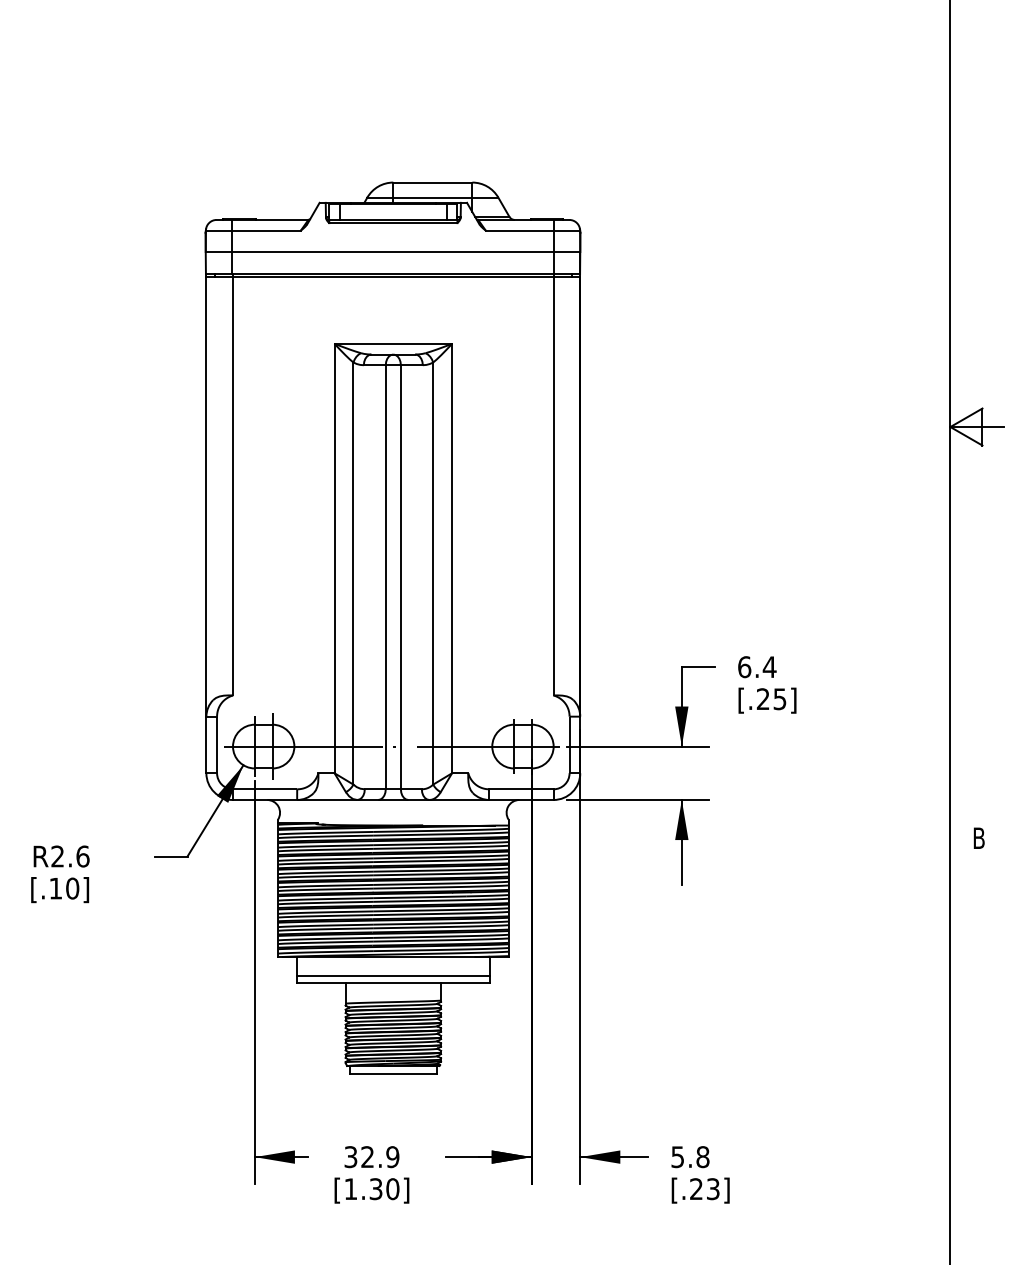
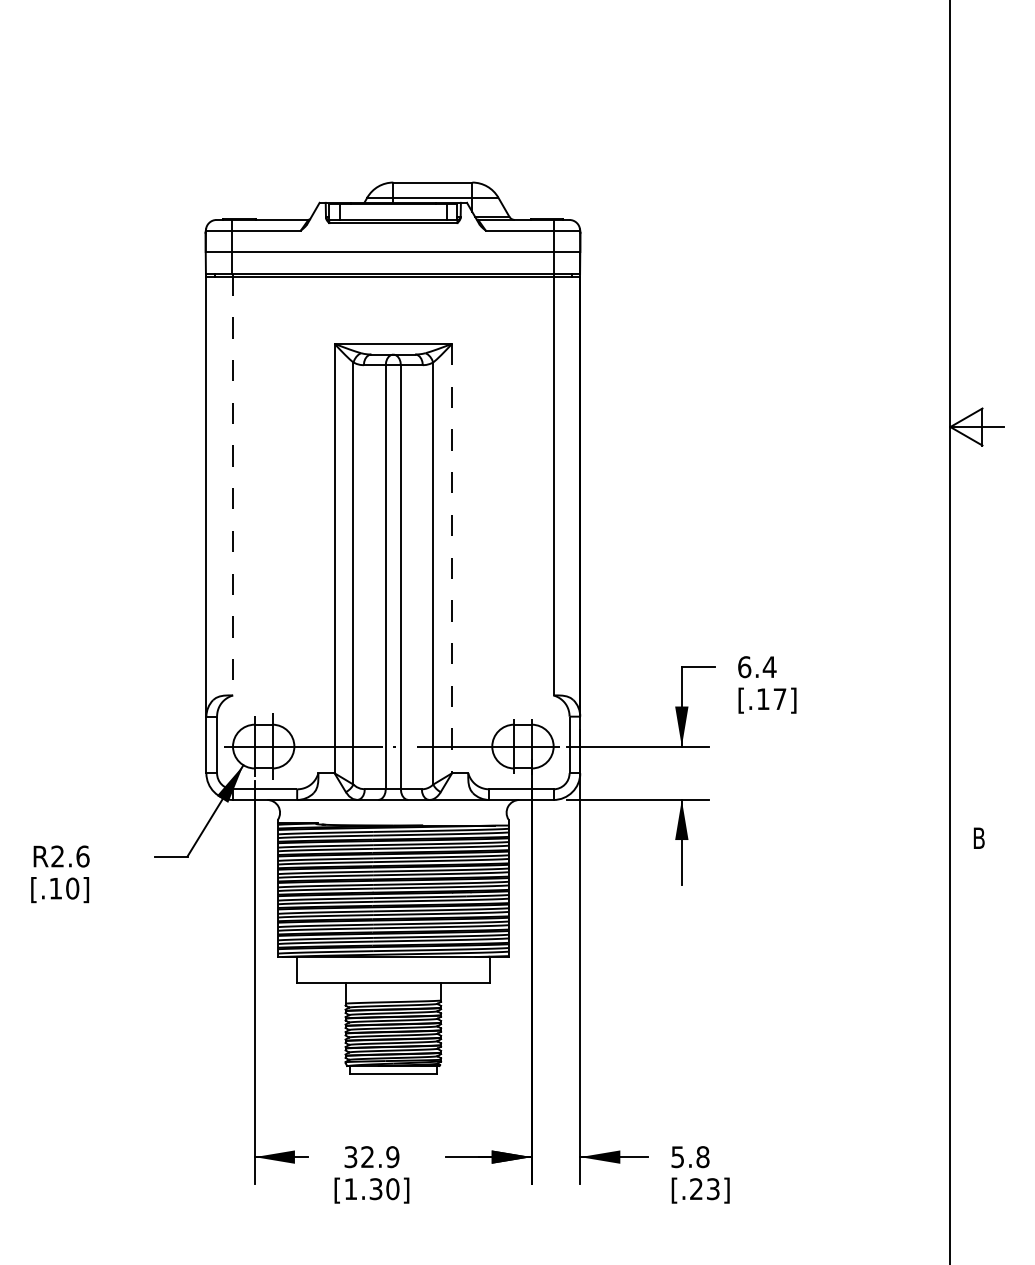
line at (233, 484): solid -> dashed
line at (452, 558): solid -> dashed
text at (771, 699): [.25] -> [.17]
line at (393, 976): present -> none
